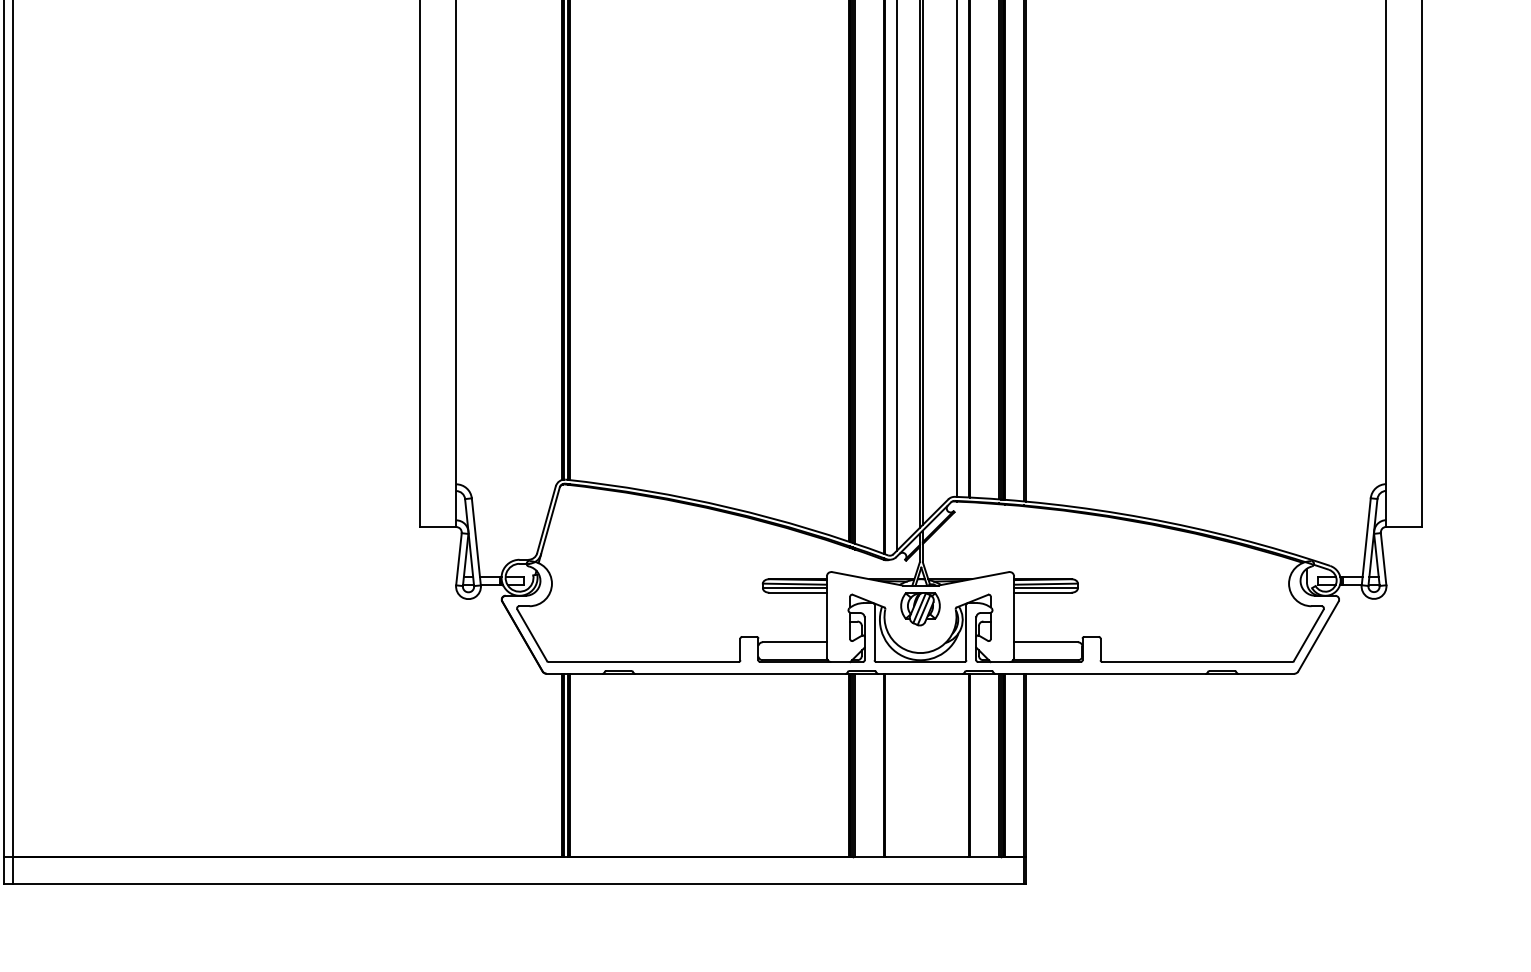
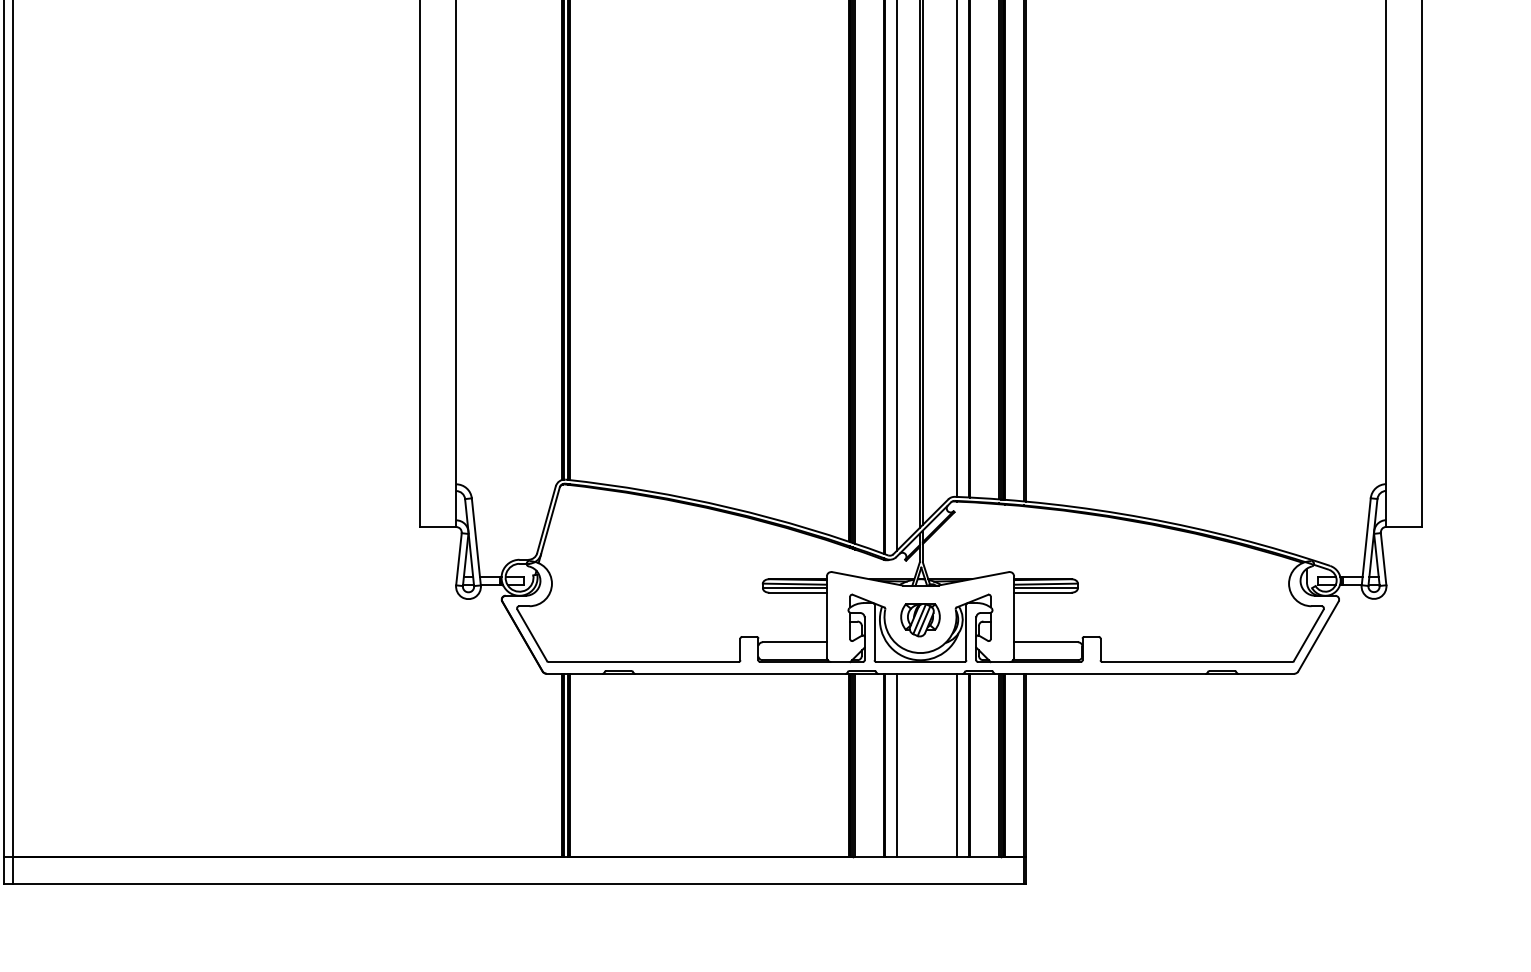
part at (920, 609) position: (920, 609) -> (920, 620)
line at (896, 764): none -> present
line at (957, 764): none -> present
